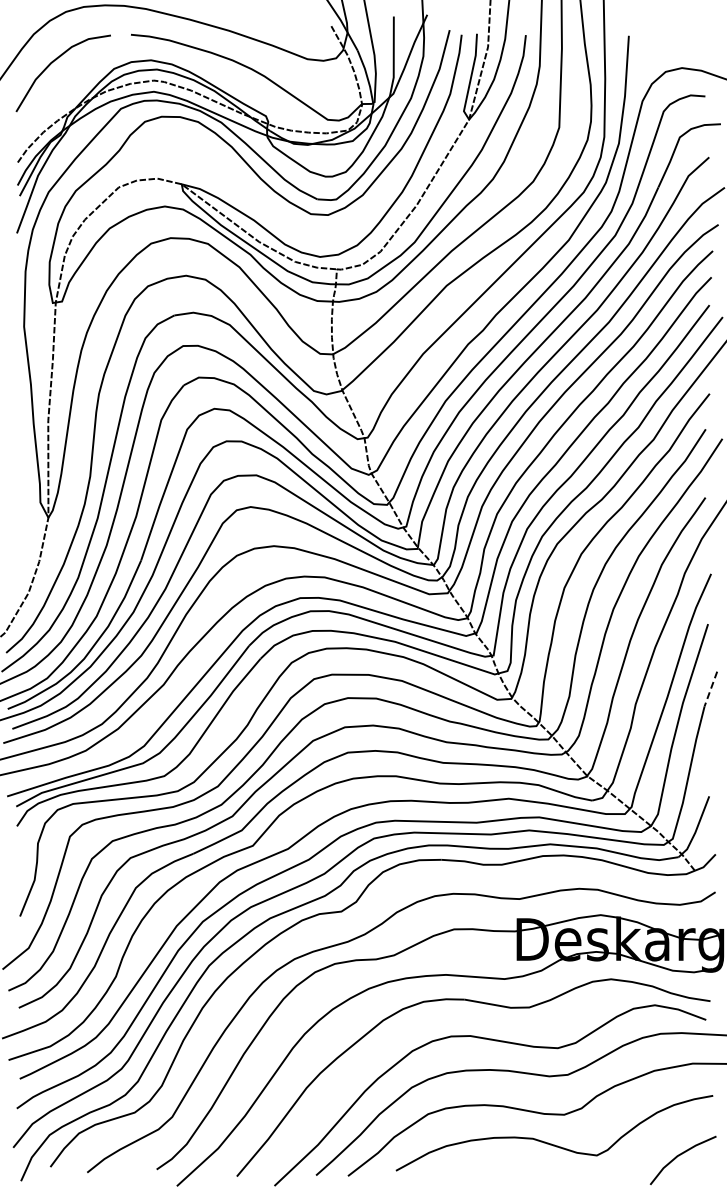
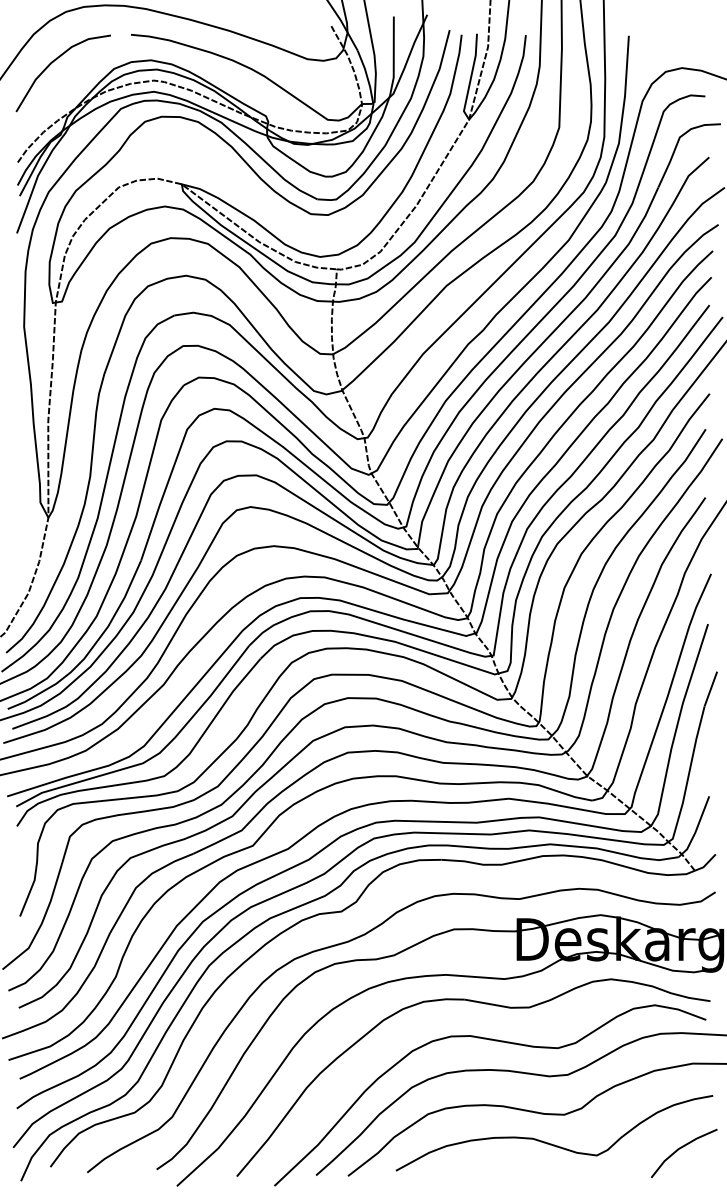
line at (710, 689): dashed -> solid
line at (679, 1156) position: (679, 1156) -> (680, 1149)
